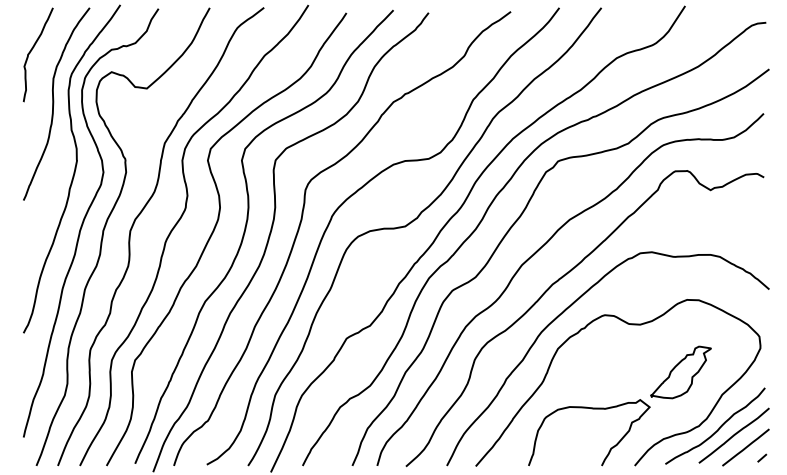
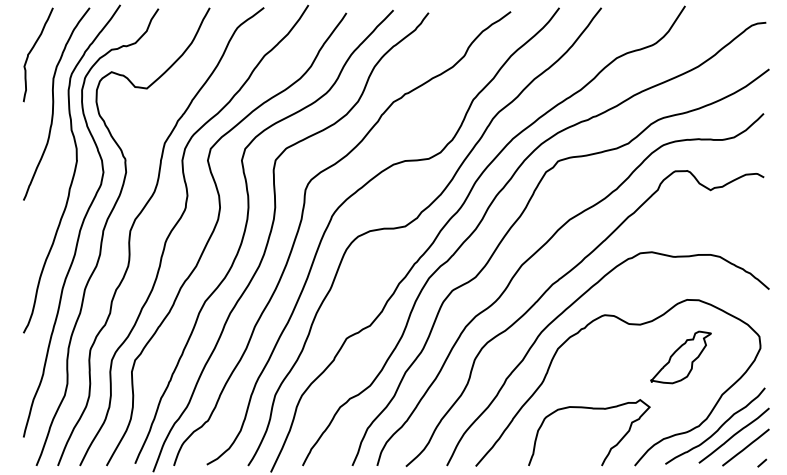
part at (680, 372) position: (680, 372) -> (680, 357)
line at (762, 457) position: (762, 457) -> (762, 462)
